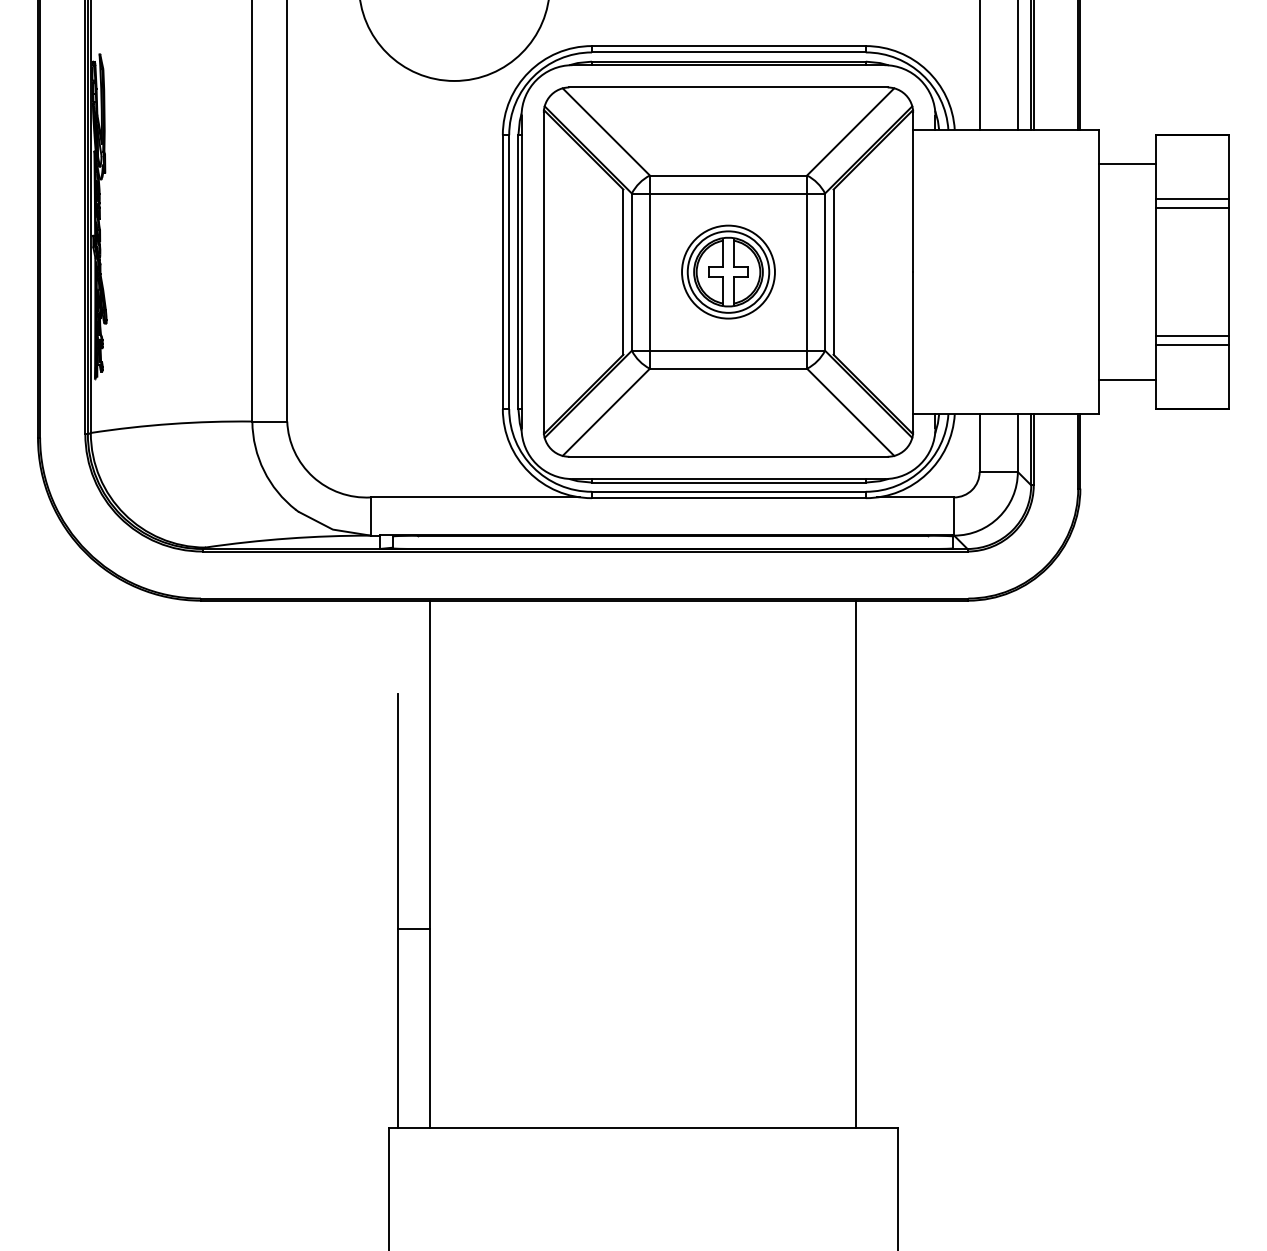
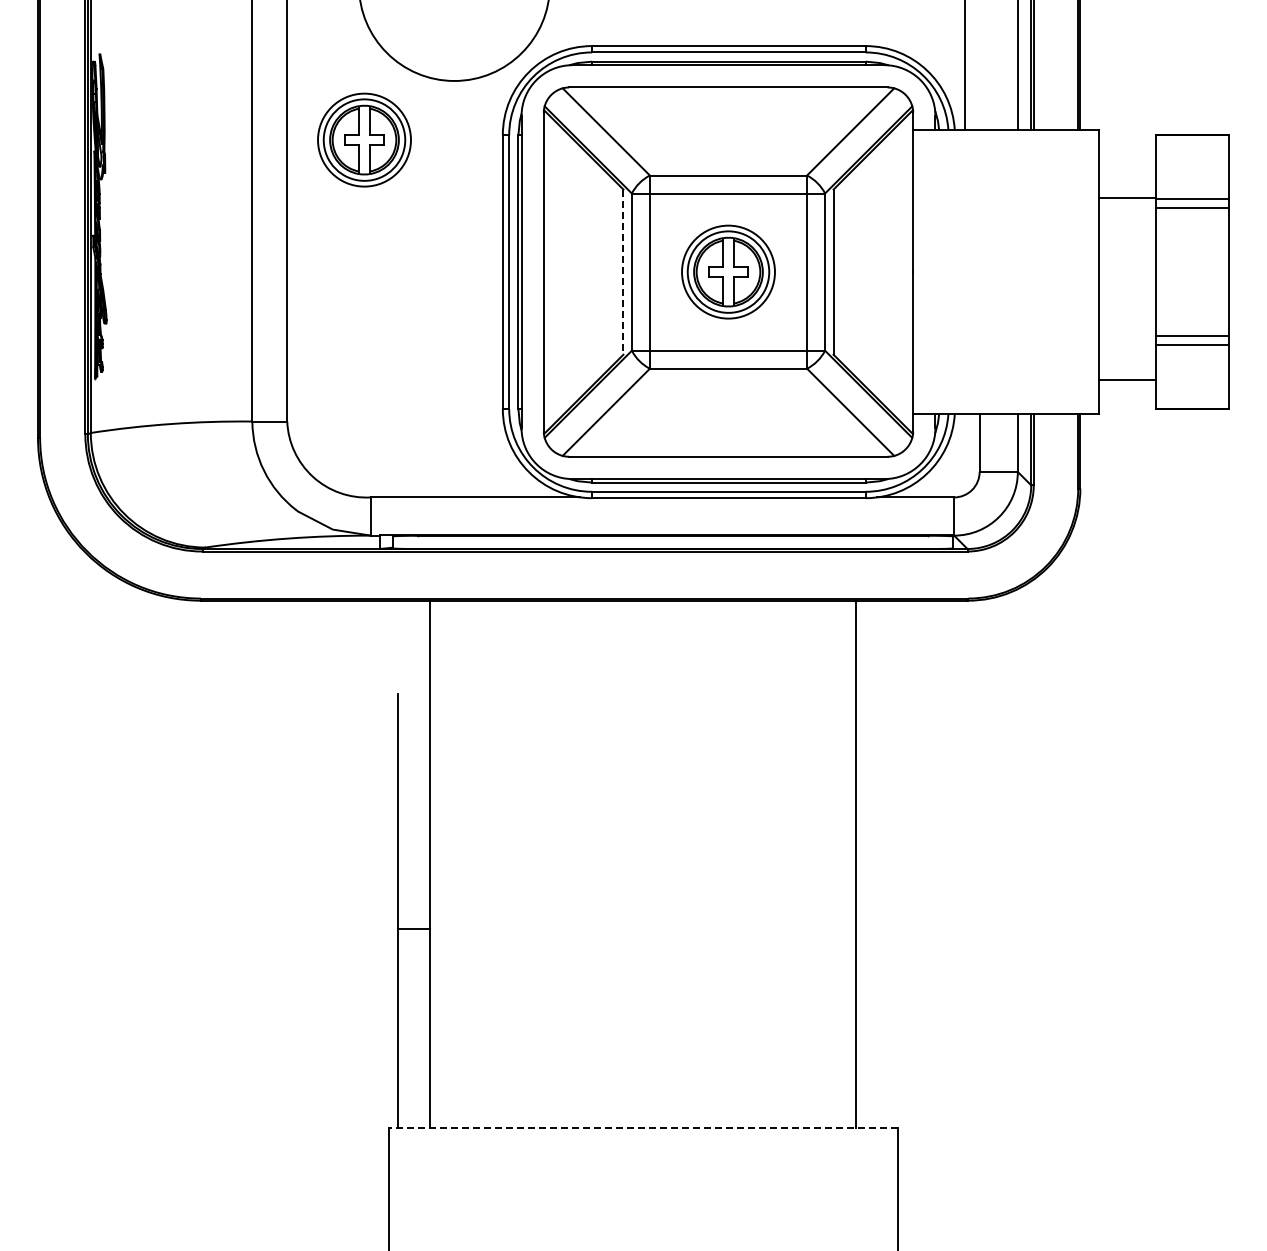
line at (979, 66) position: (979, 66) -> (964, 66)
part at (364, 139): none -> present
line at (1127, 163) position: (1127, 163) -> (1127, 197)
line at (623, 272): solid -> dashed
line at (643, 1127): solid -> dashed
